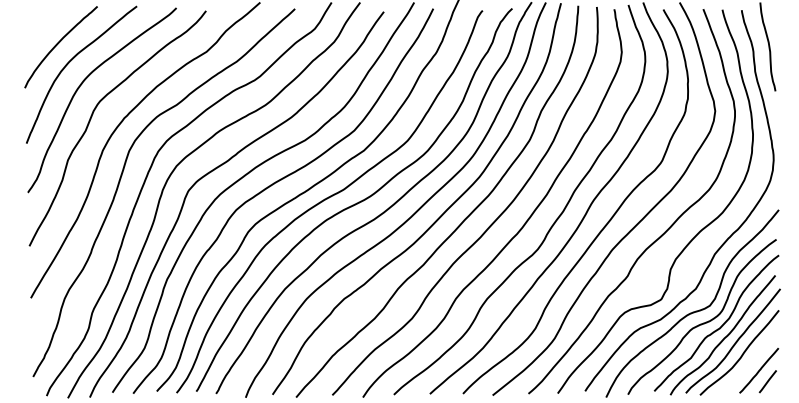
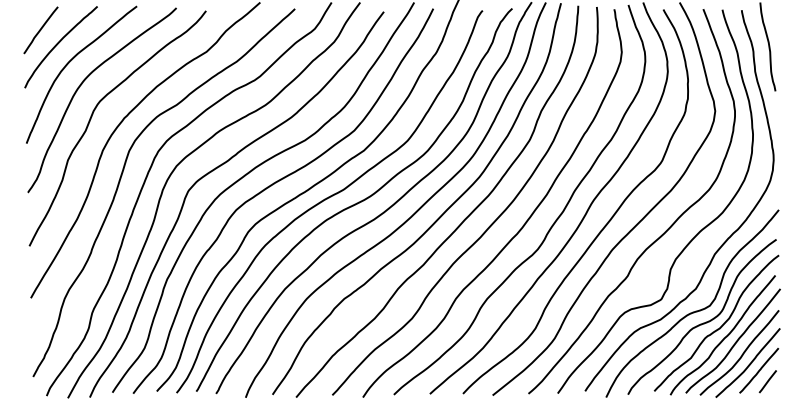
line at (40, 30): none -> present
curve at (749, 363): none -> present
